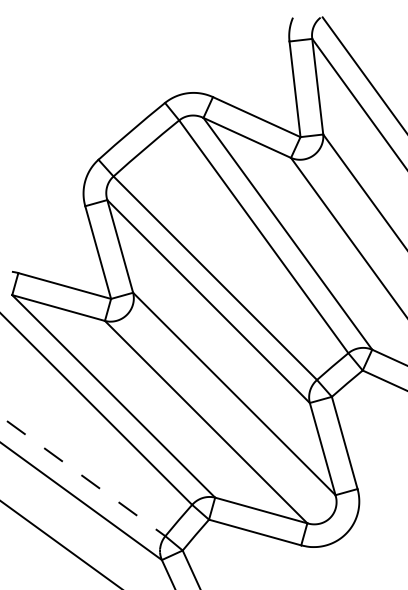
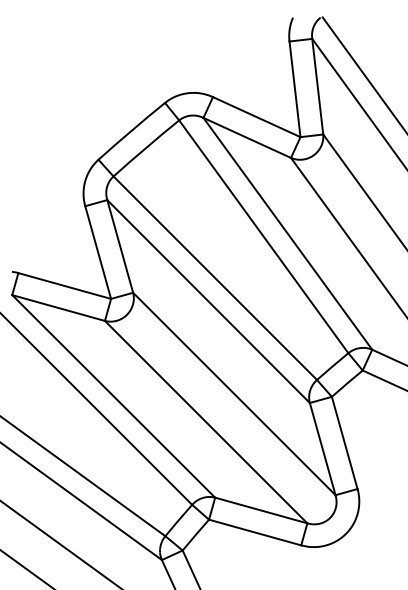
line at (82, 476): dashed -> solid
line at (26, 568): none -> present
